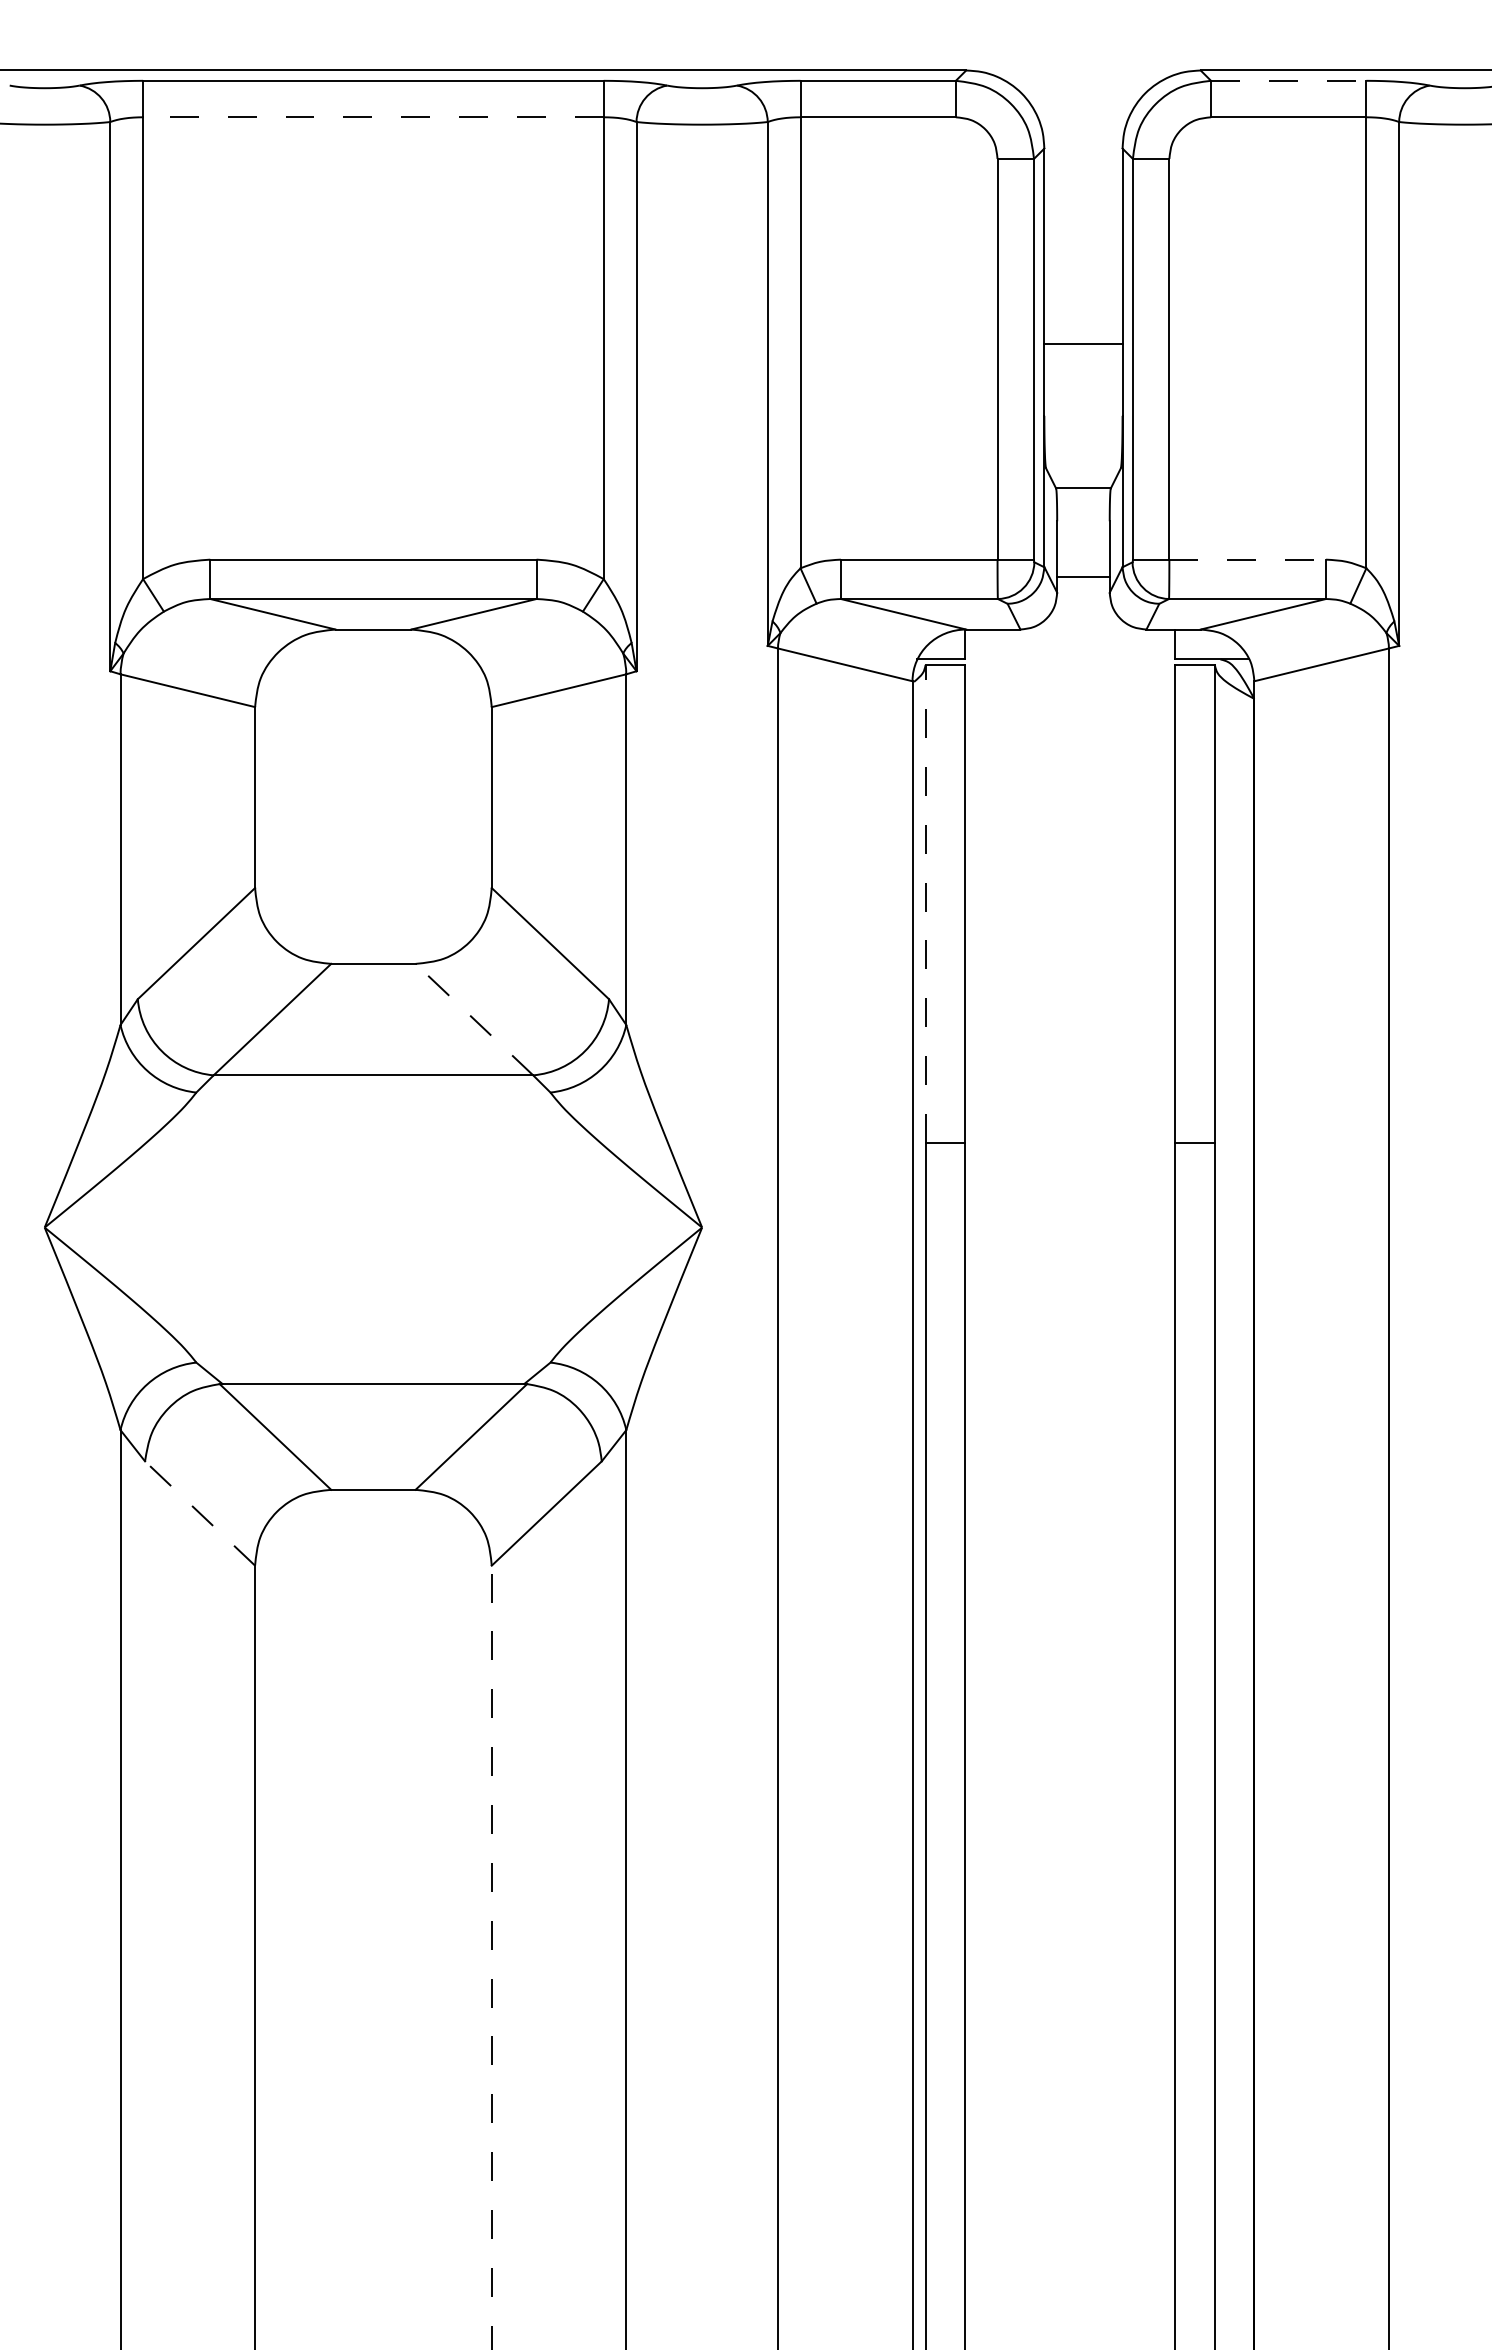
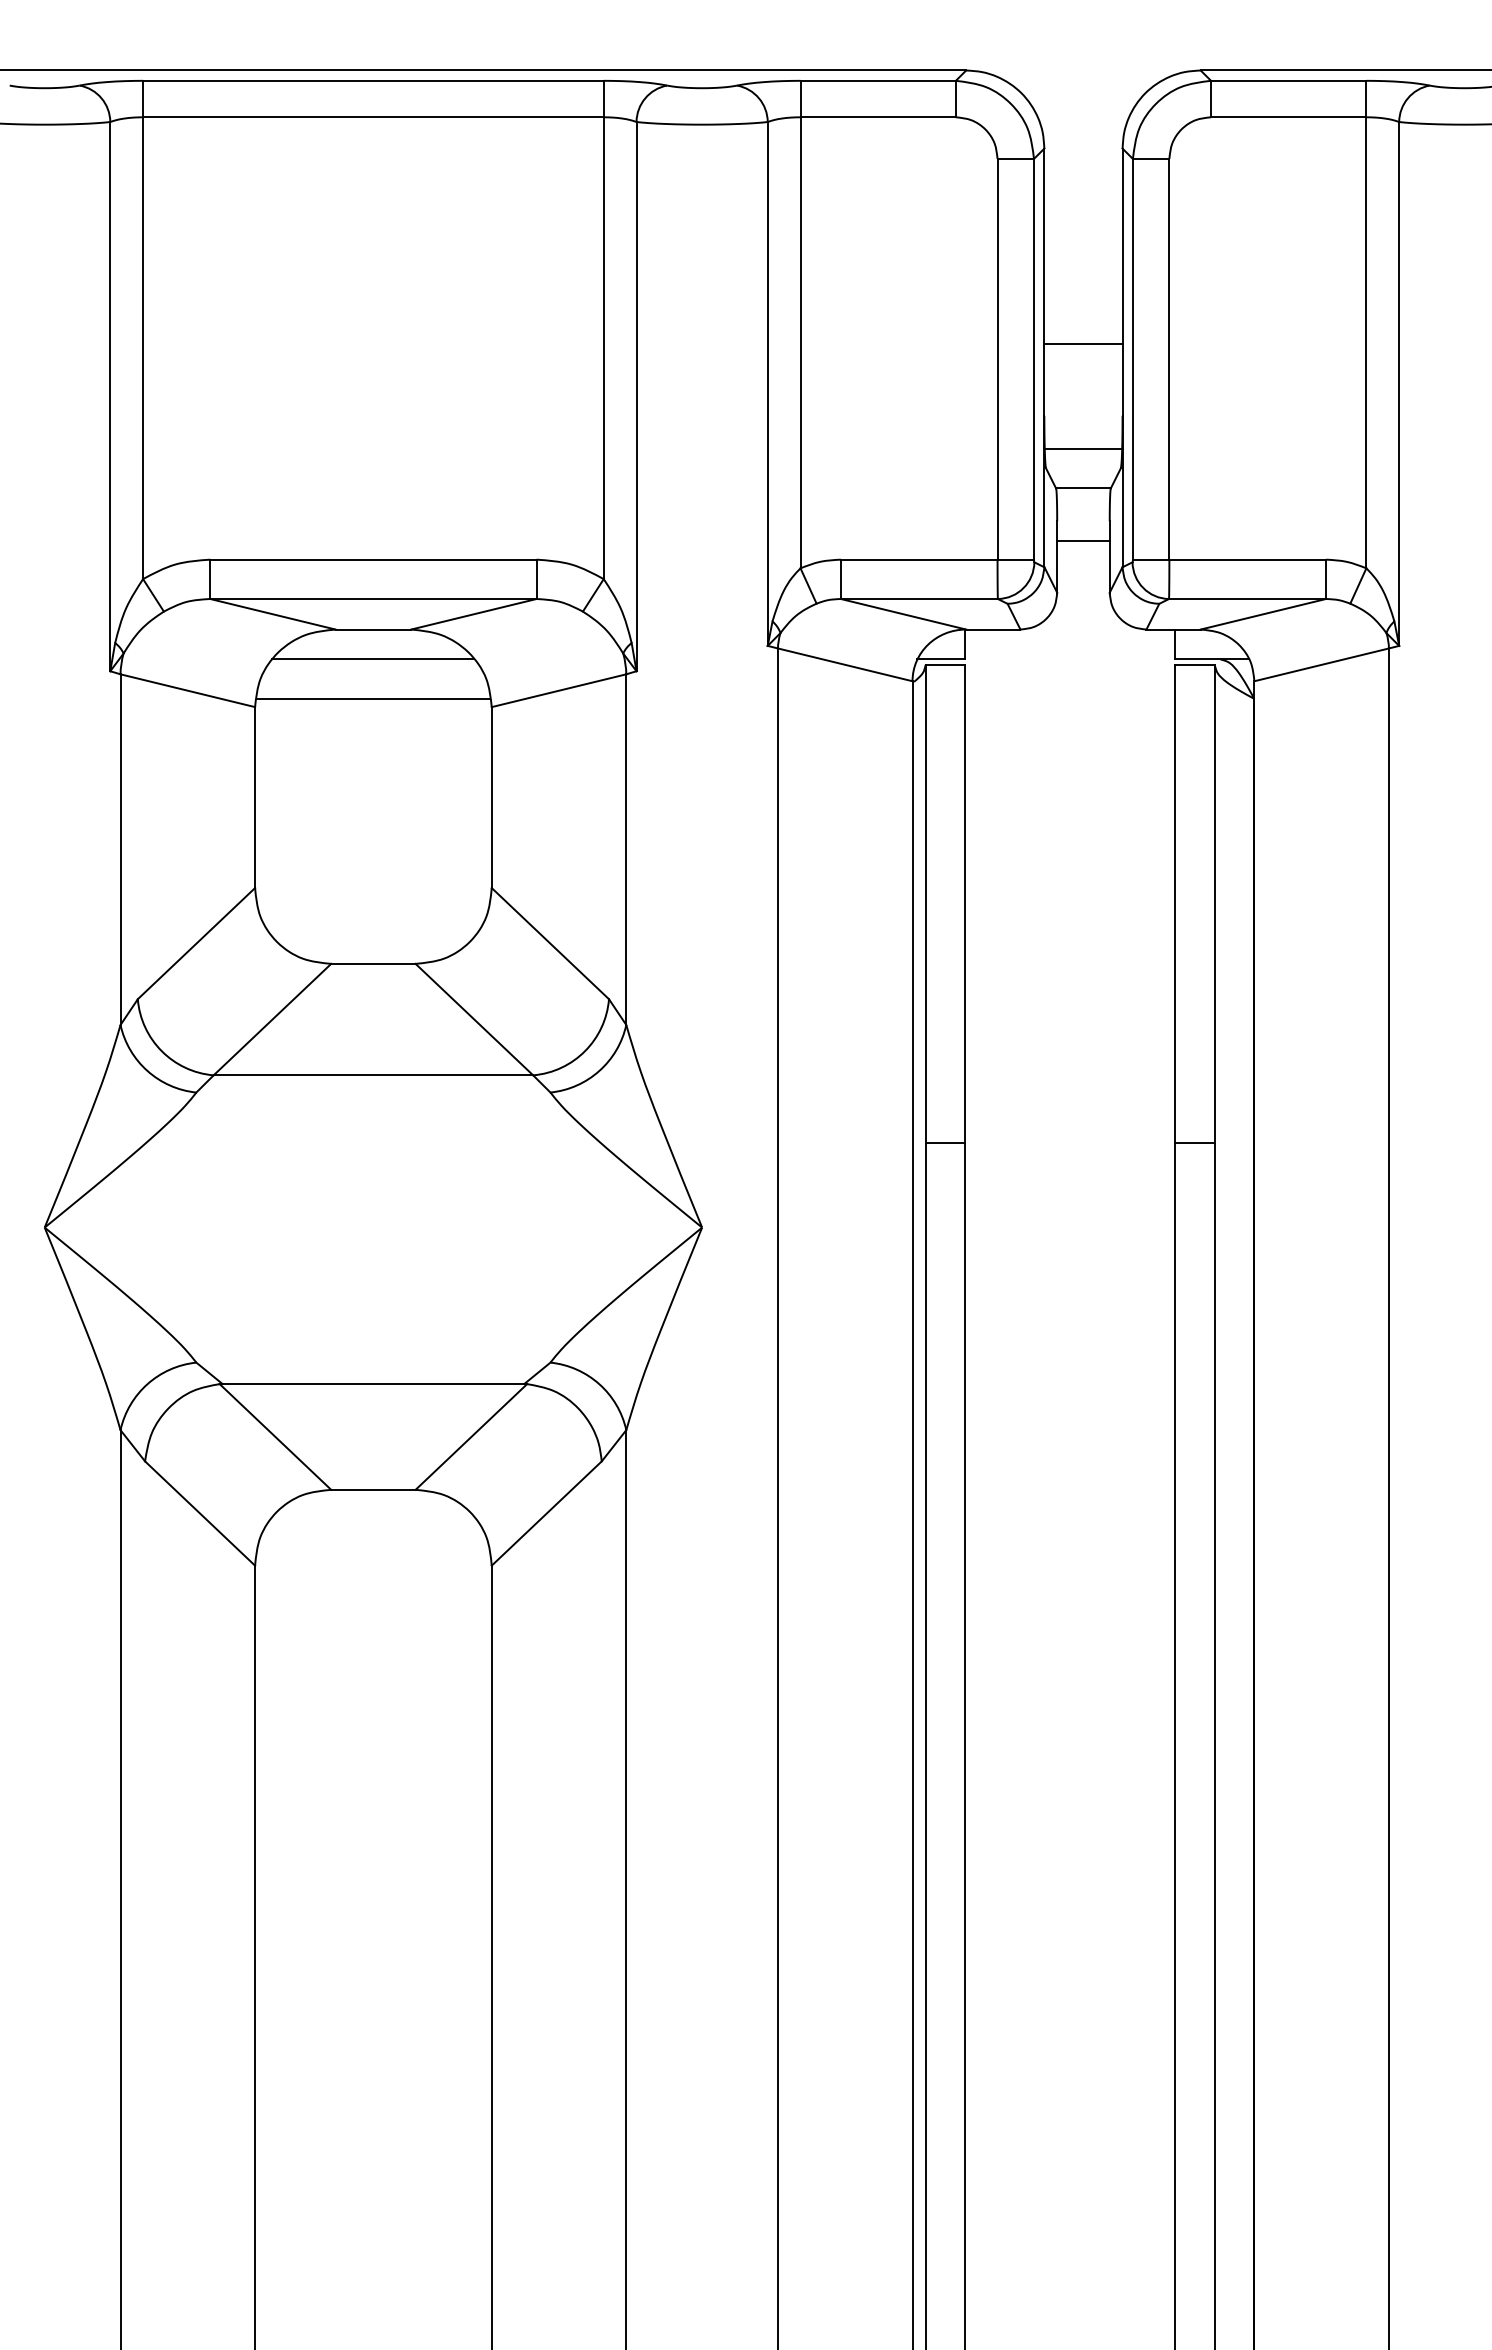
line at (1288, 80): dashed -> solid
line at (372, 117): dashed -> solid
line at (1083, 449): none -> present
line at (1248, 559): dashed -> solid
line at (1083, 577) position: (1083, 577) -> (1083, 541)
line at (373, 659): none -> present
line at (373, 698): none -> present
line at (925, 903): dashed -> solid
line at (474, 1019): dashed -> solid
line at (200, 1513): dashed -> solid
line at (491, 1957): dashed -> solid
